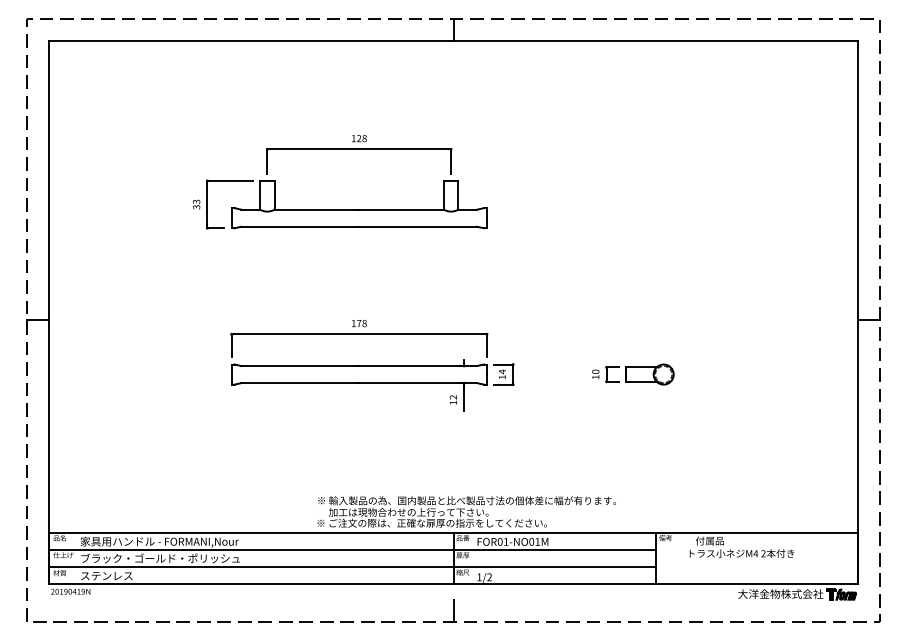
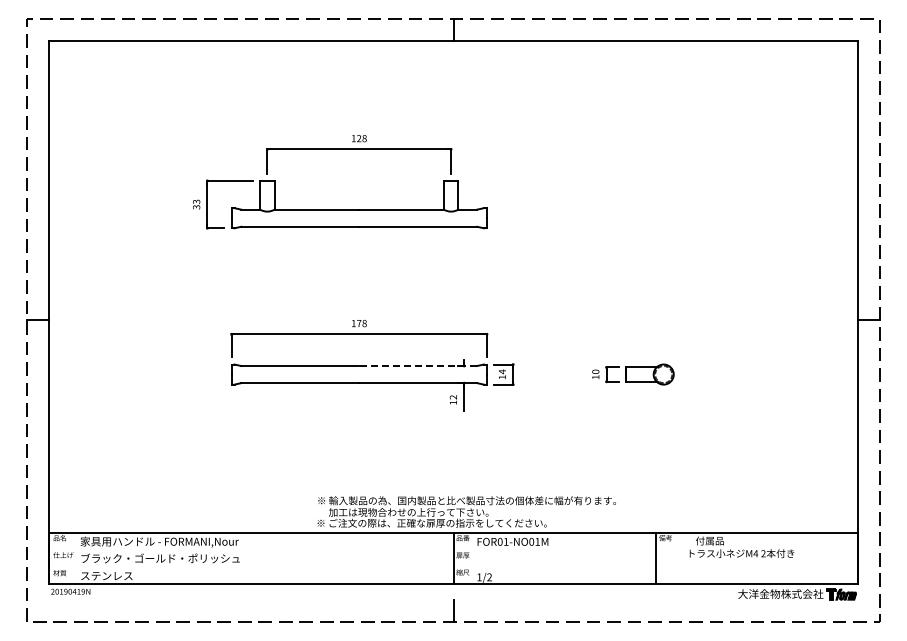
line at (417, 365): solid -> dashed
line at (352, 549): present -> none
line at (352, 566): present -> none
